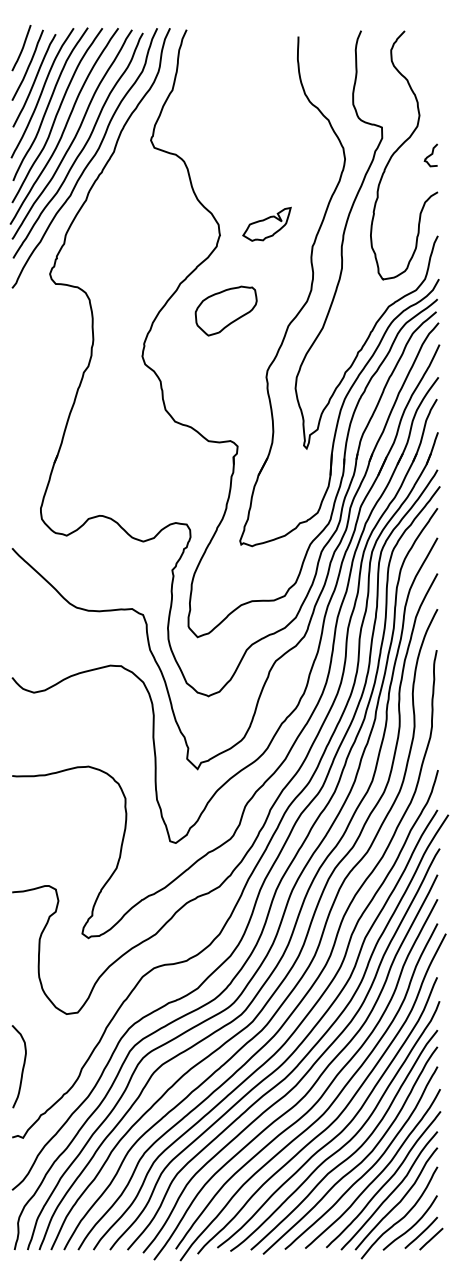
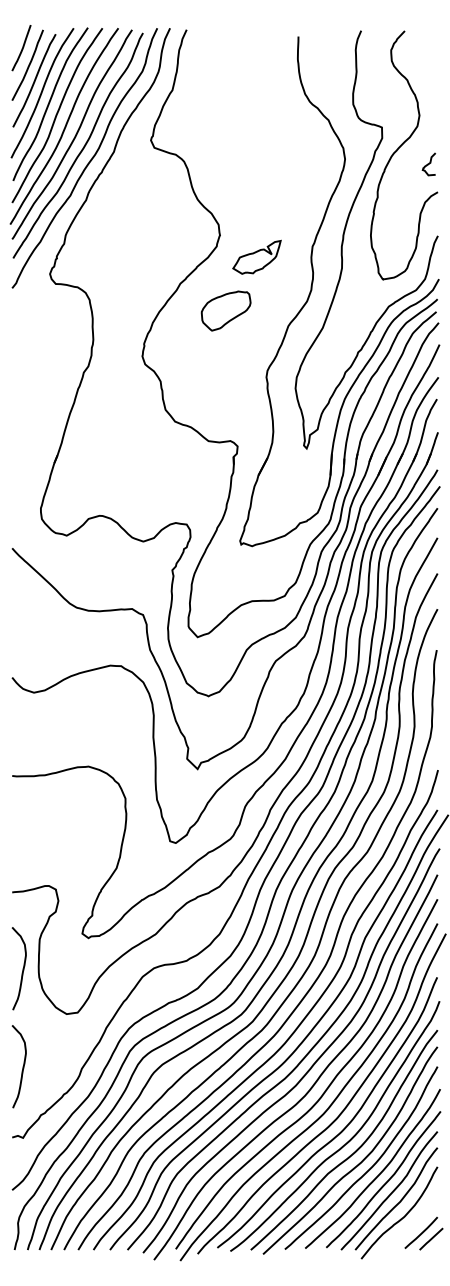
curve at (430, 155) position: (430, 155) -> (428, 164)
part at (266, 223) position: (266, 223) -> (256, 256)
part at (225, 310) size: 64x52 px -> 52x42 px
curve at (22, 968): none -> present
curve at (412, 1225): present -> none
